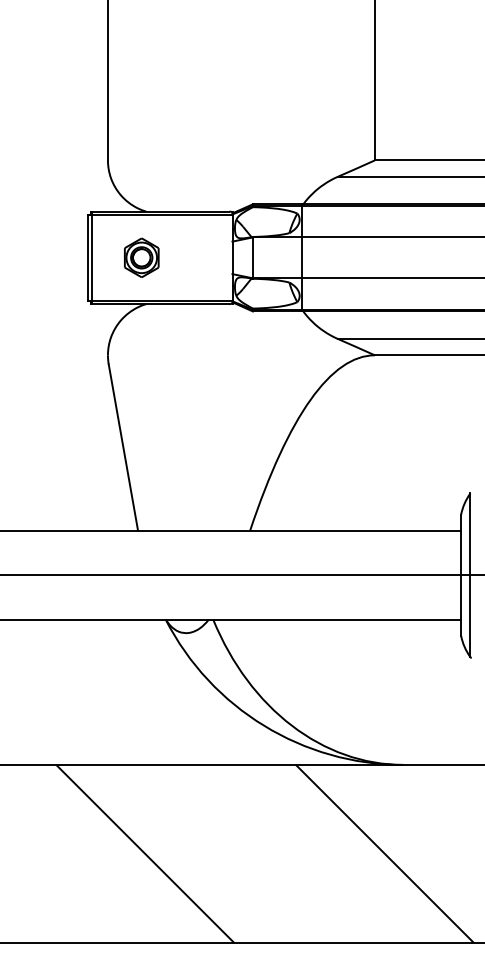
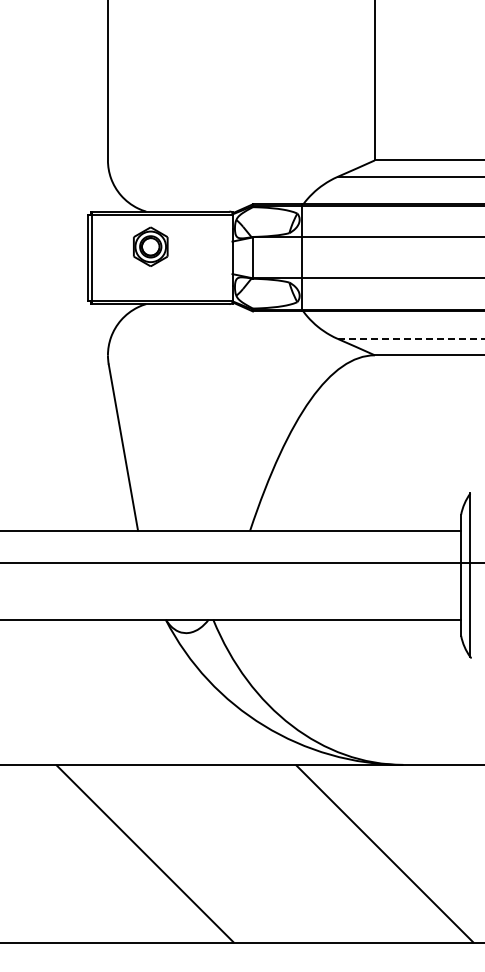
part at (141, 257) position: (141, 257) -> (150, 246)
line at (411, 339): solid -> dashed
line at (241, 575) position: (241, 575) -> (241, 563)
